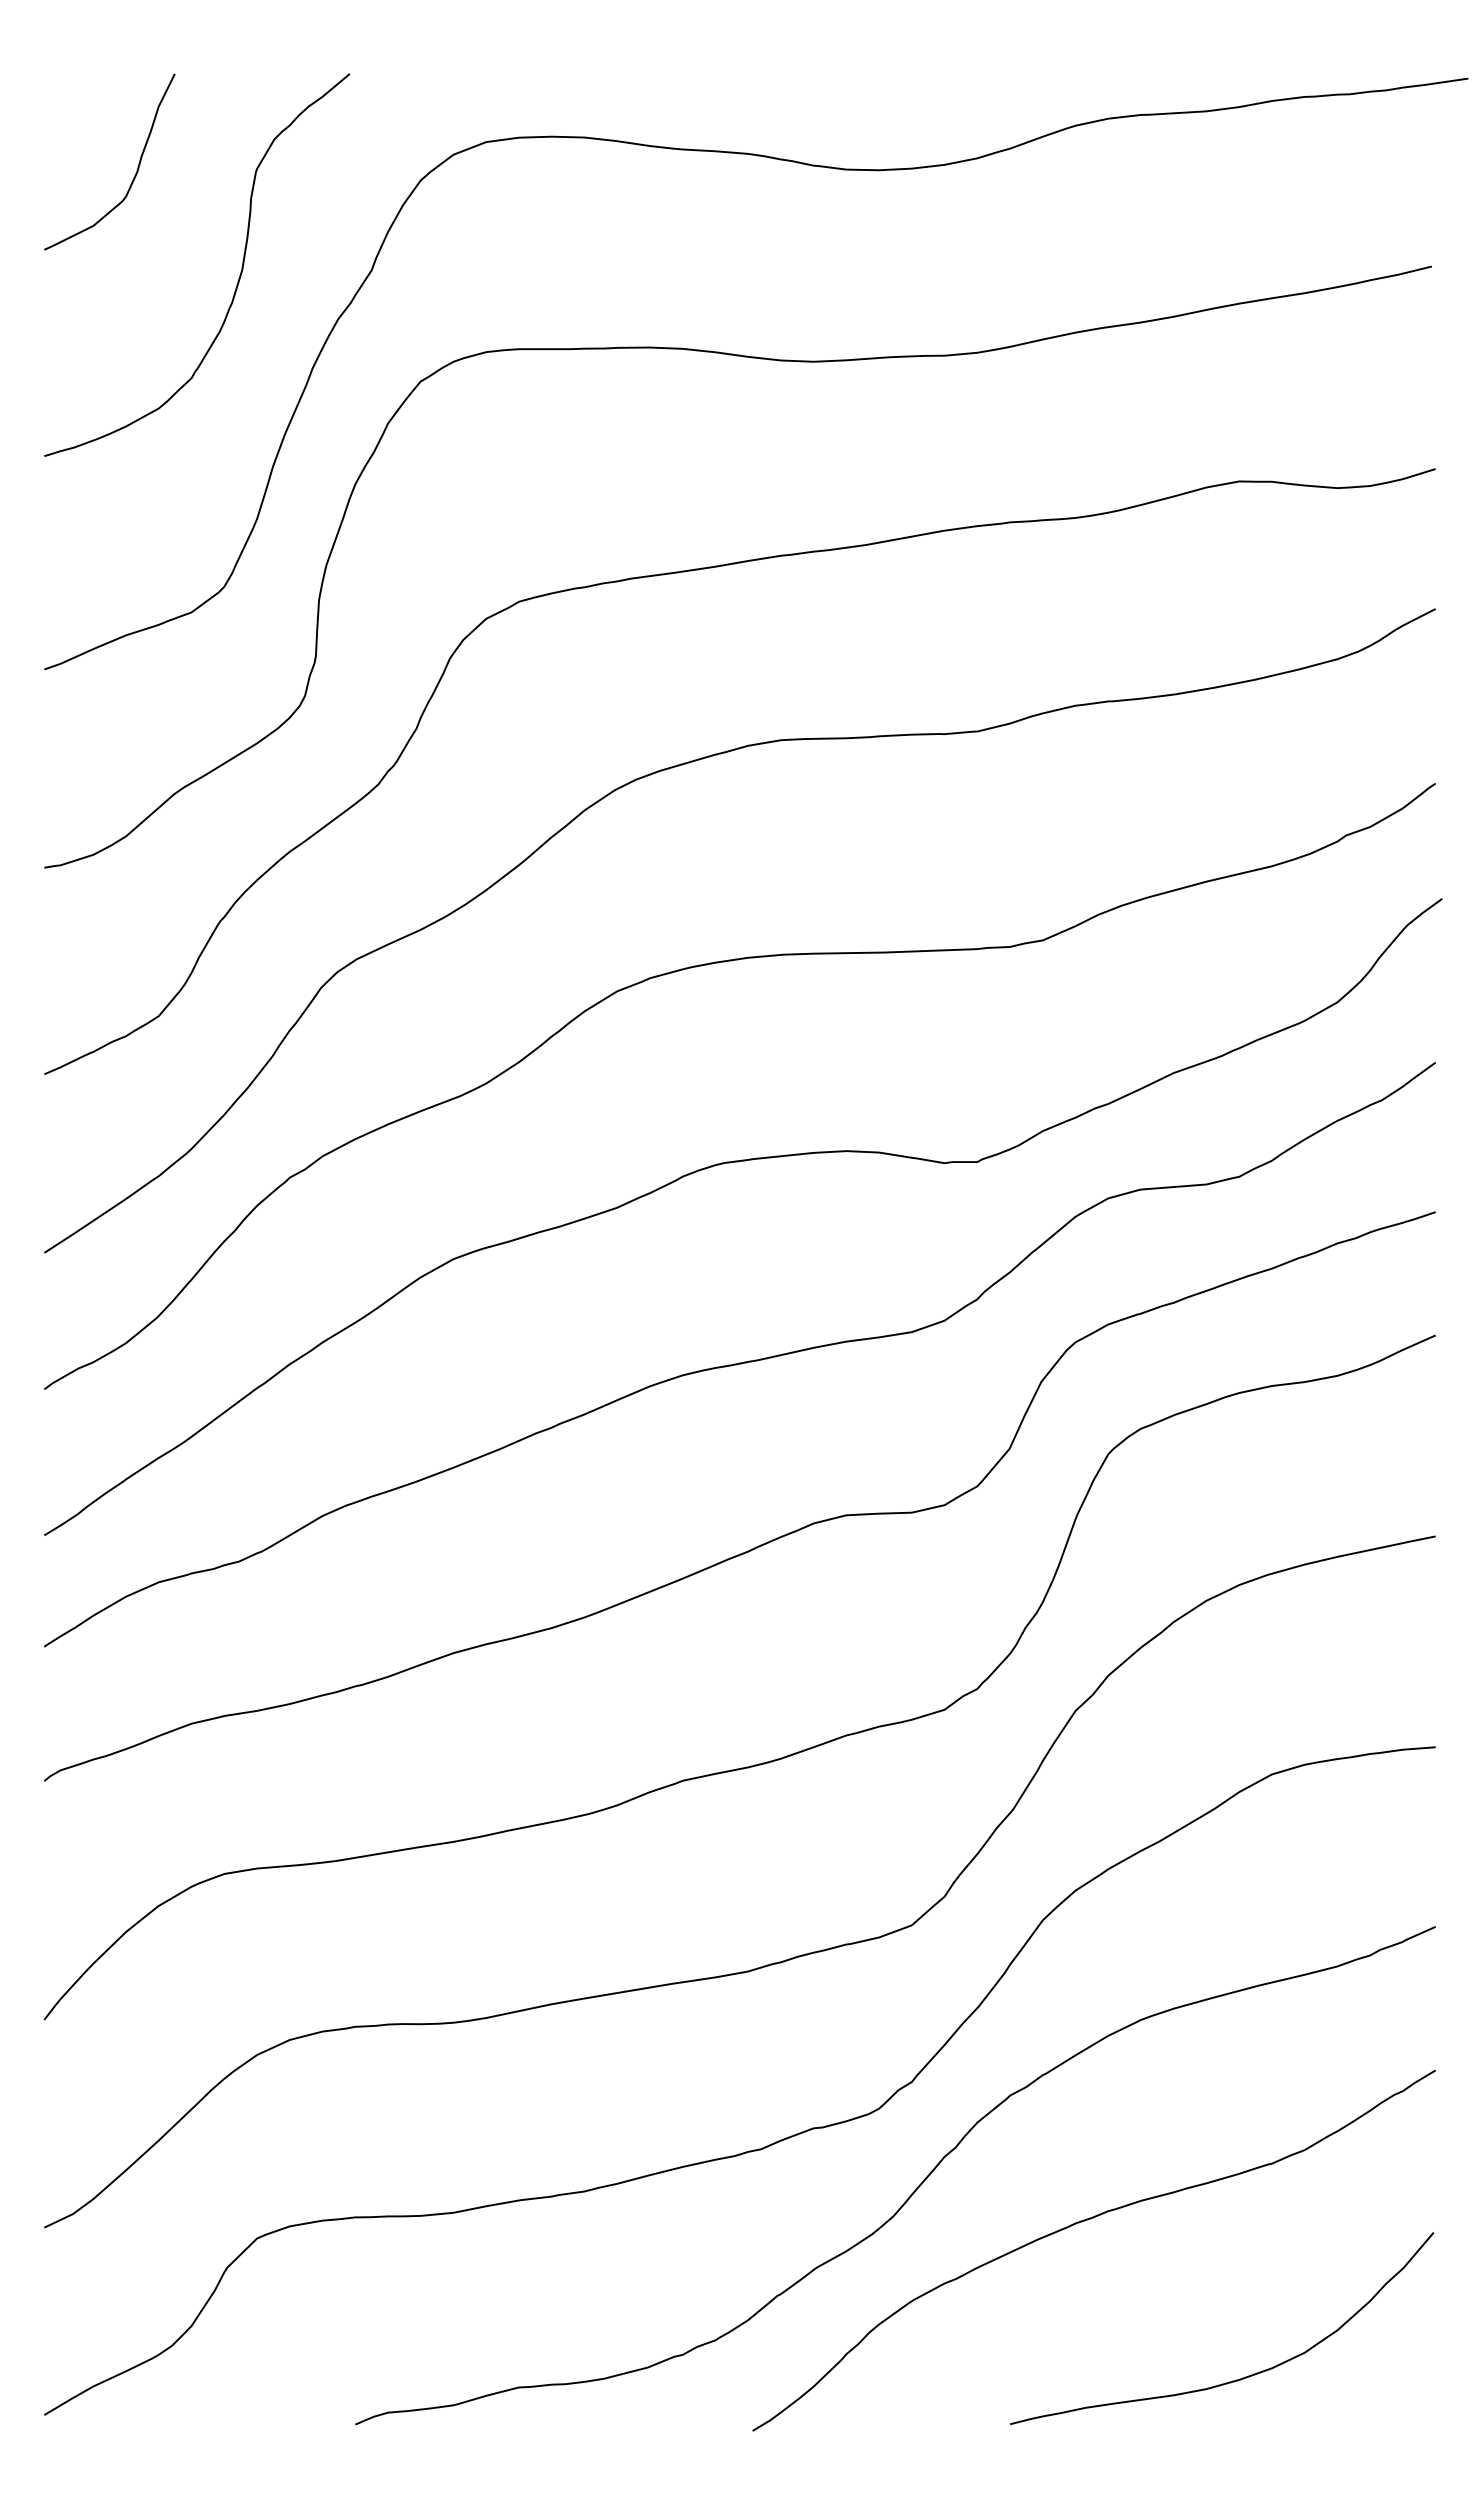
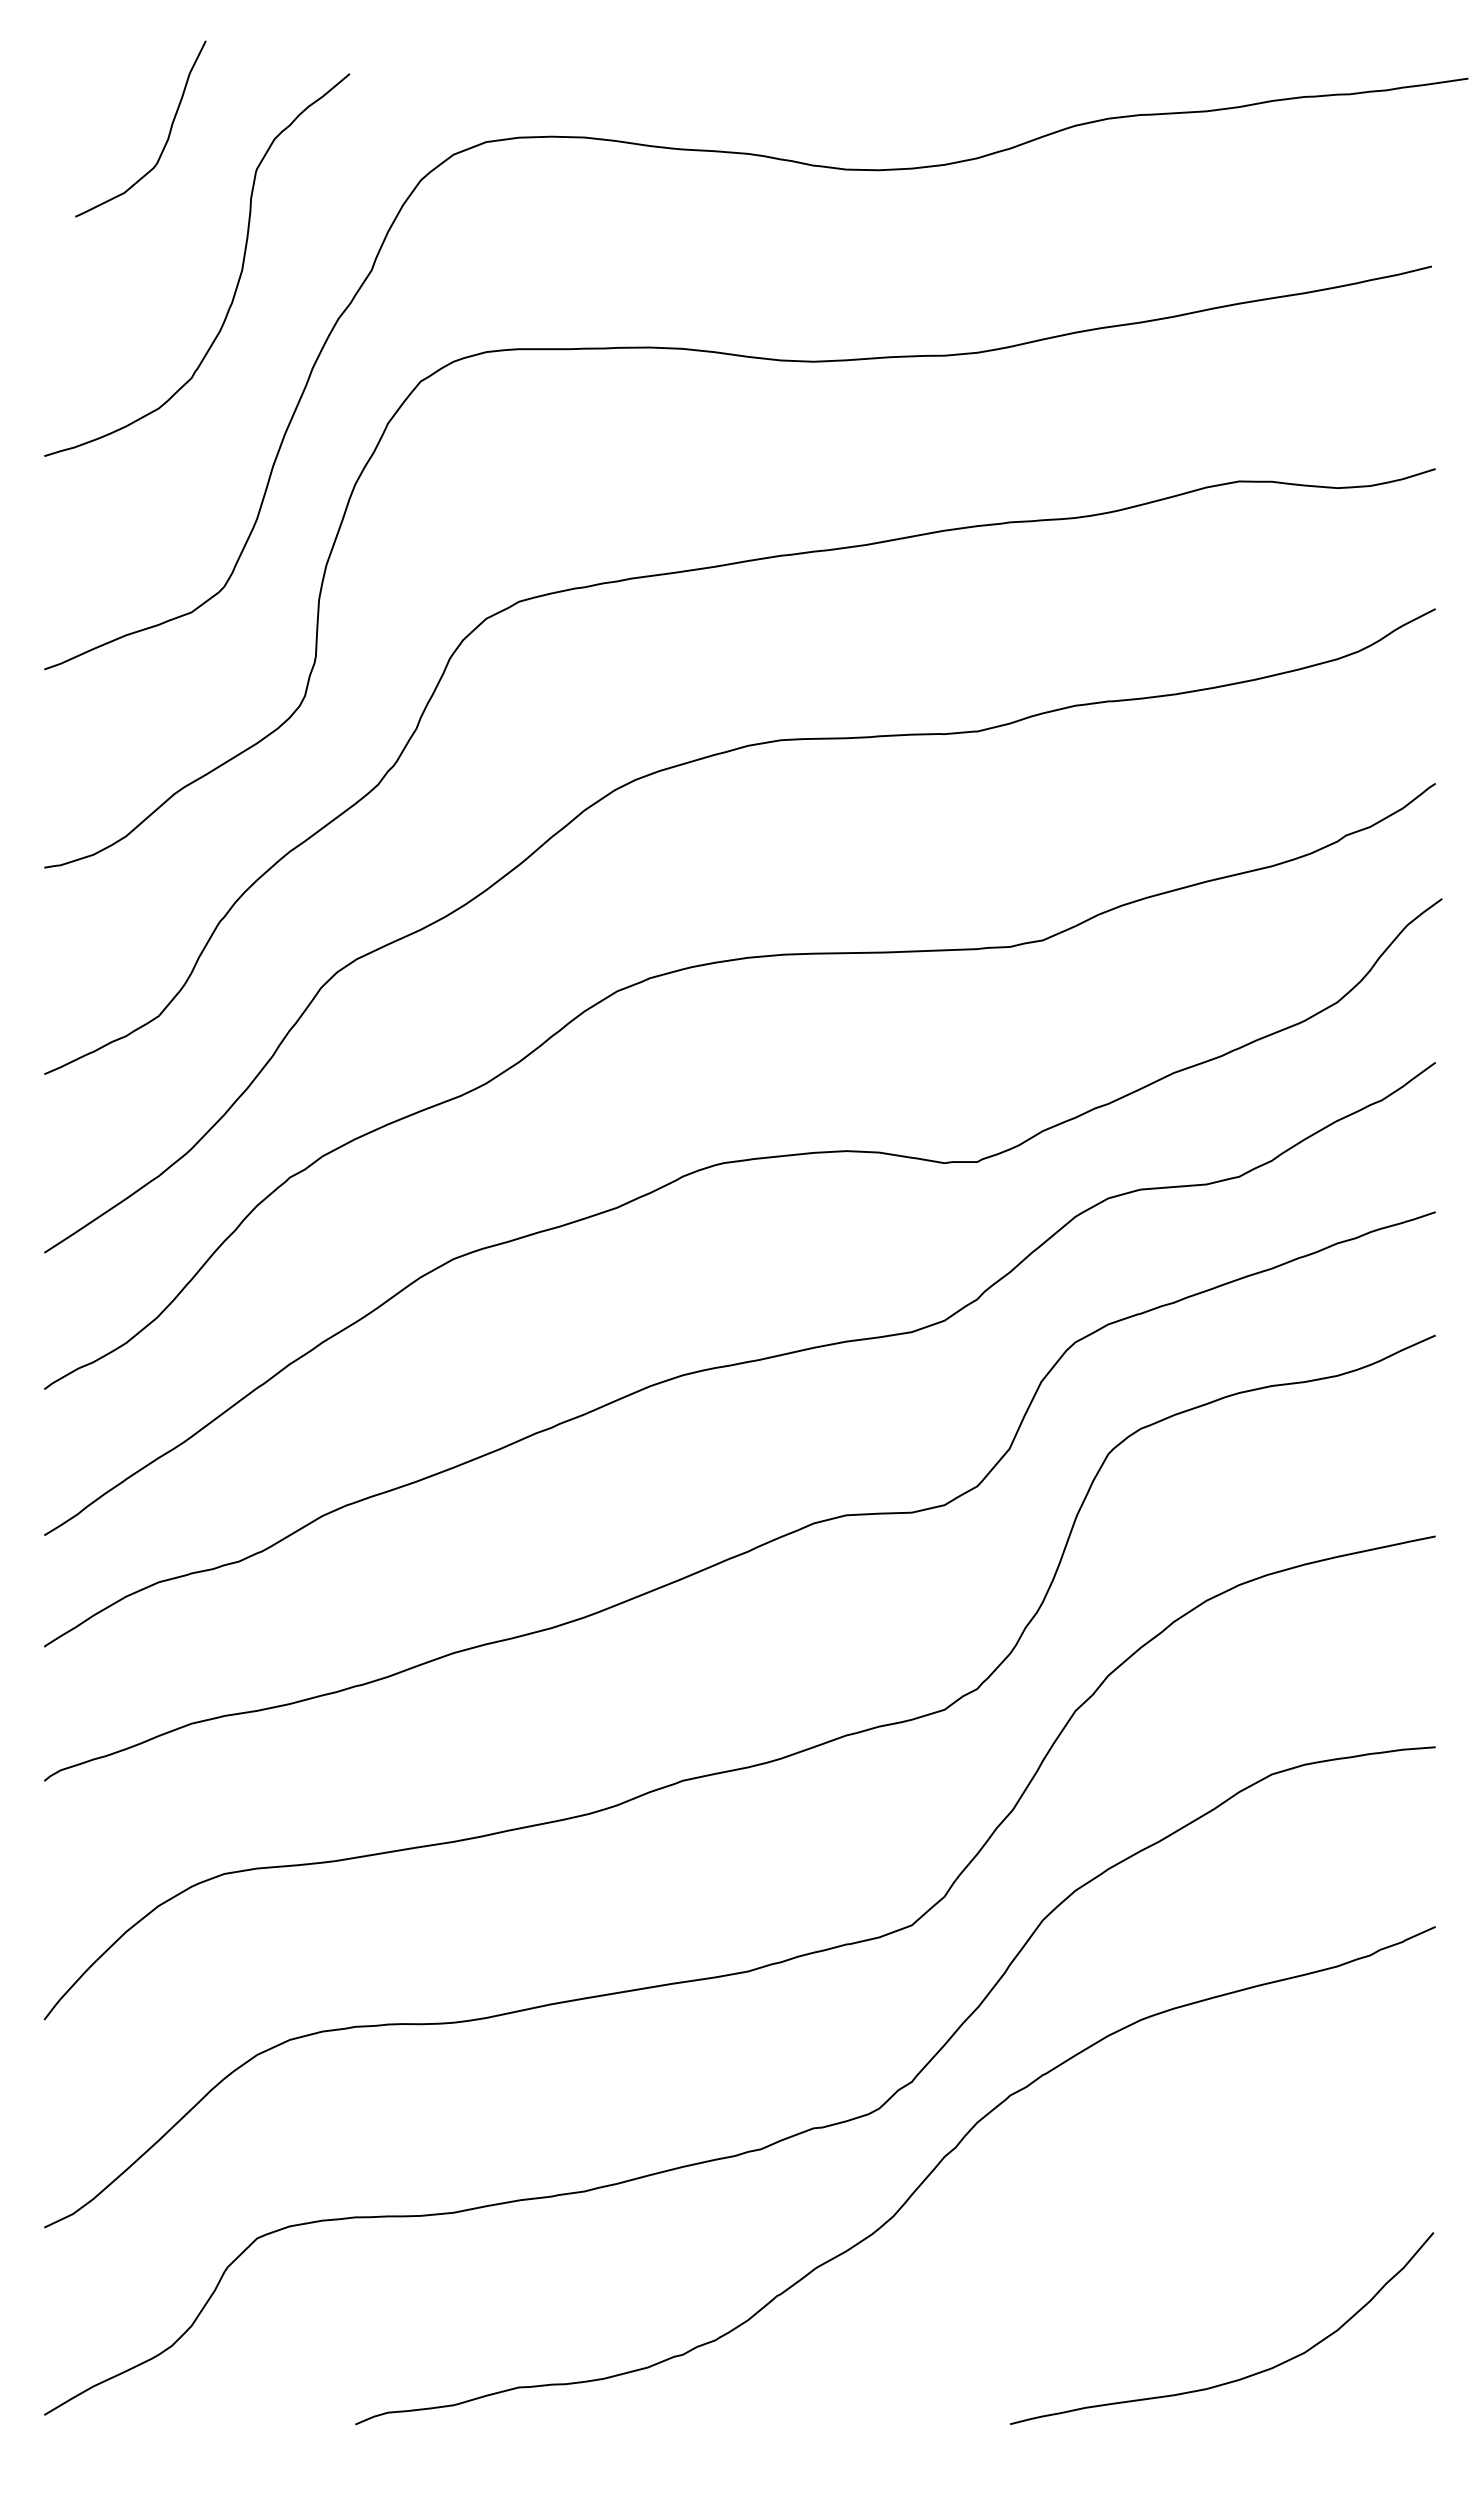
curve at (137, 166) position: (137, 166) -> (168, 133)
curve at (1085, 2221): present -> none
